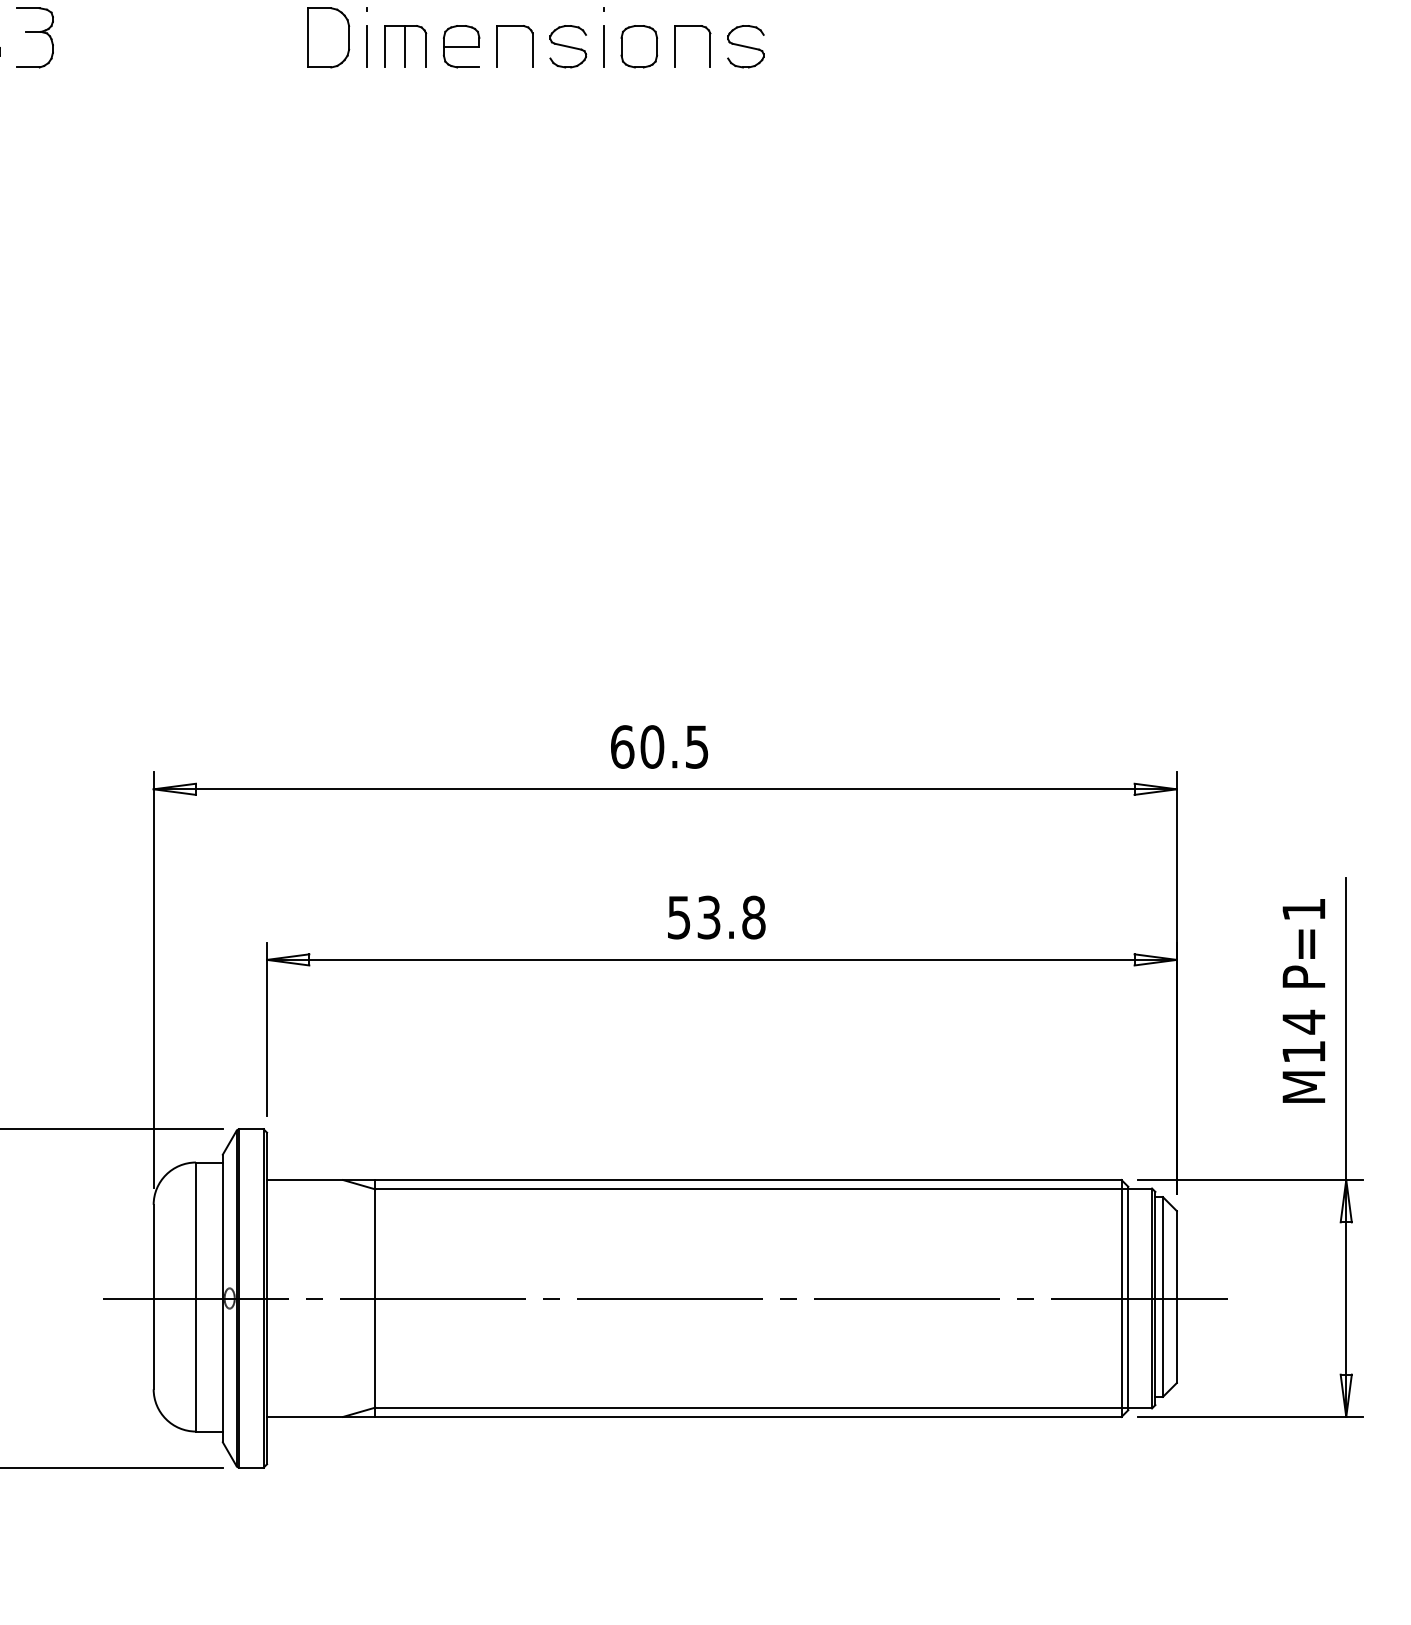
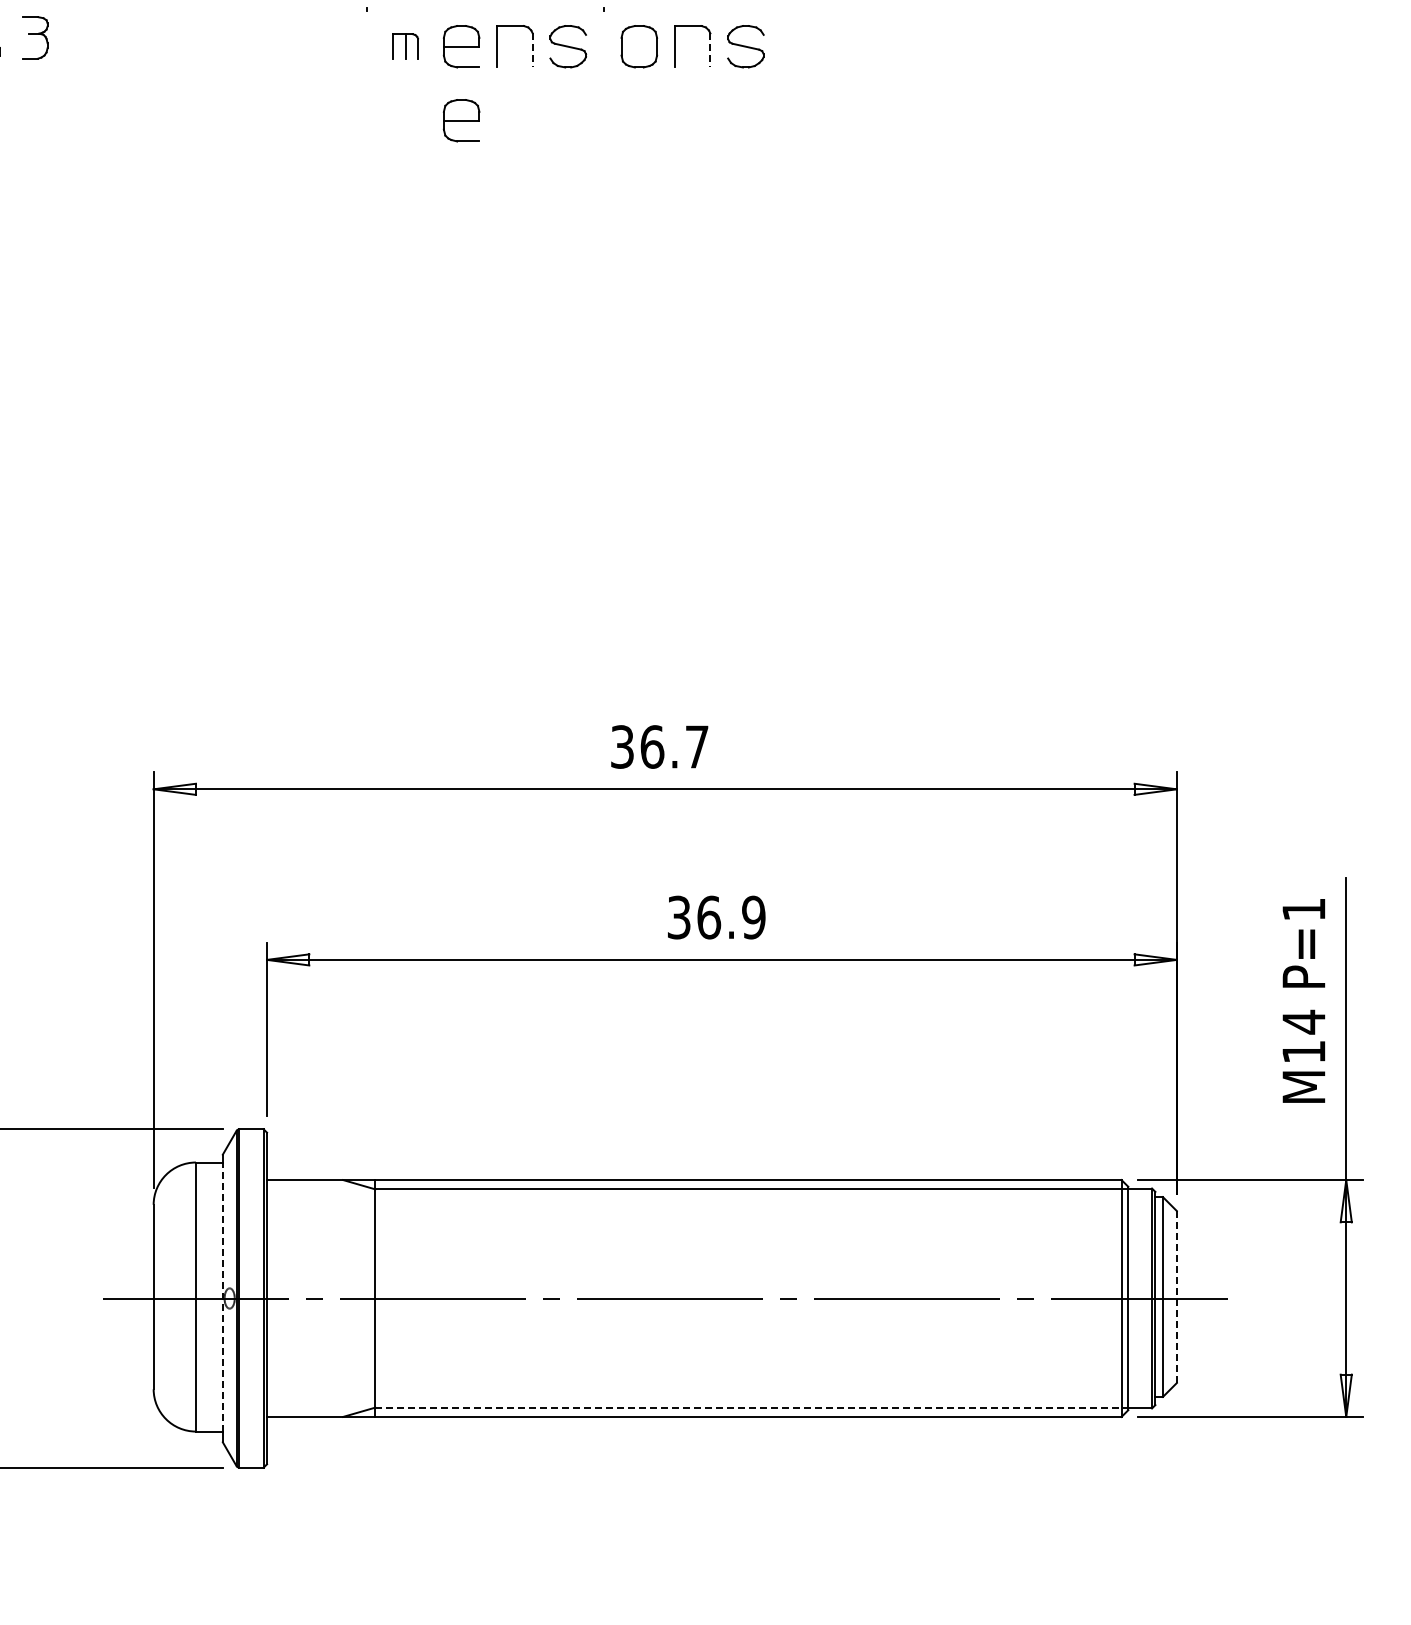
part at (34, 37) size: 38x62 px -> 27x44 px
part at (328, 37): present -> none
line at (366, 46): present -> none
part at (405, 46) size: 44x43 px -> 27x27 px
line at (603, 46): present -> none
line at (532, 50): solid -> dashed
line at (710, 50): solid -> dashed
part at (461, 120): none -> present
text at (659, 746): 60.5 -> 36.7
text at (716, 917): 53.8 -> 36.9
line at (222, 1297): solid -> dashed
line at (1176, 1297): solid -> dashed
line at (751, 1407): solid -> dashed
